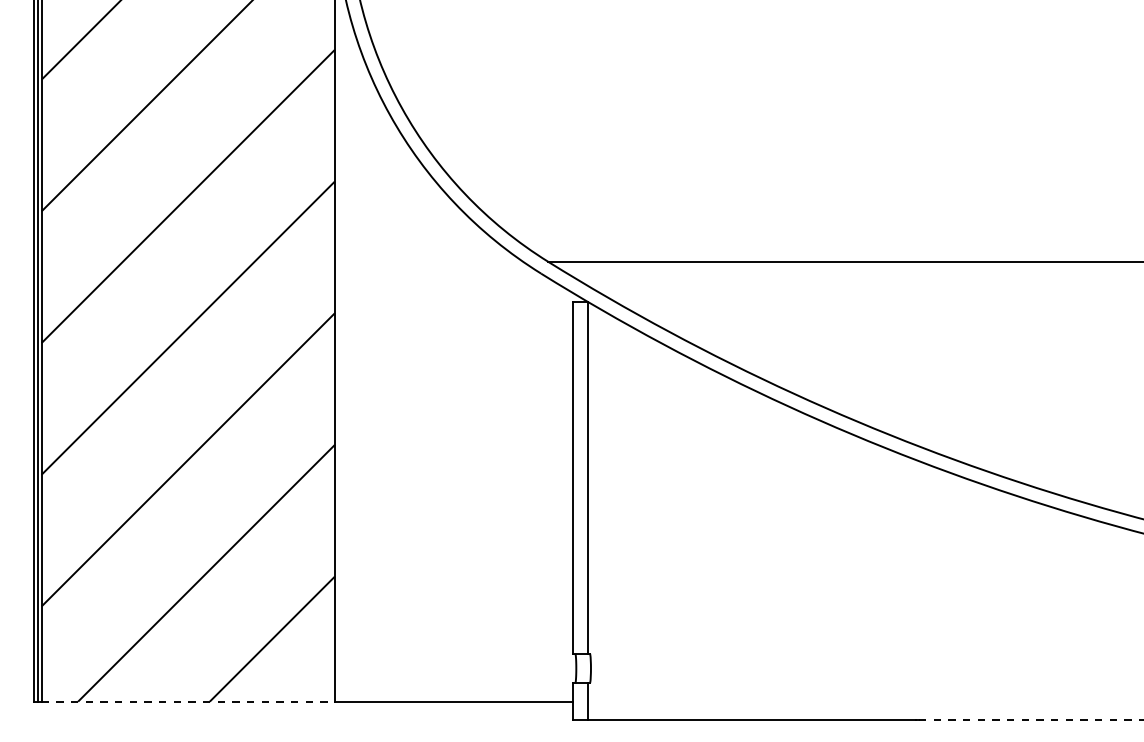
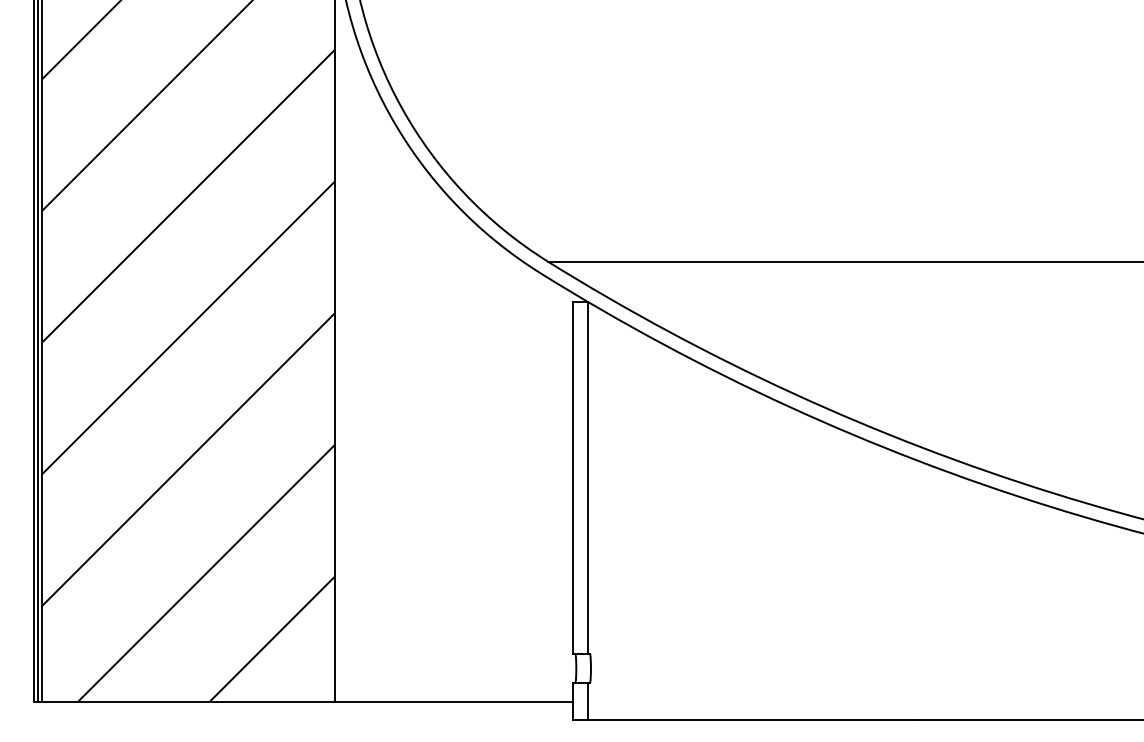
line at (188, 701): dashed -> solid
line at (1031, 719): dashed -> solid
